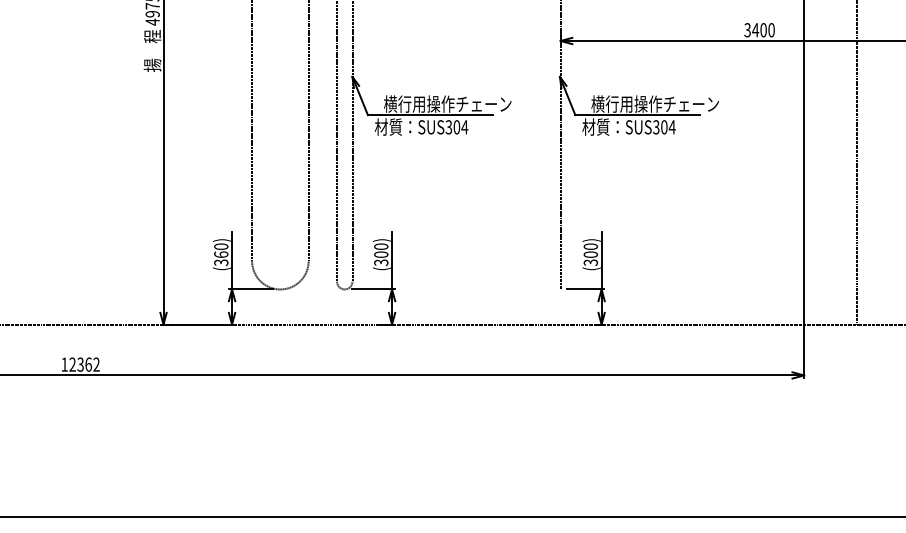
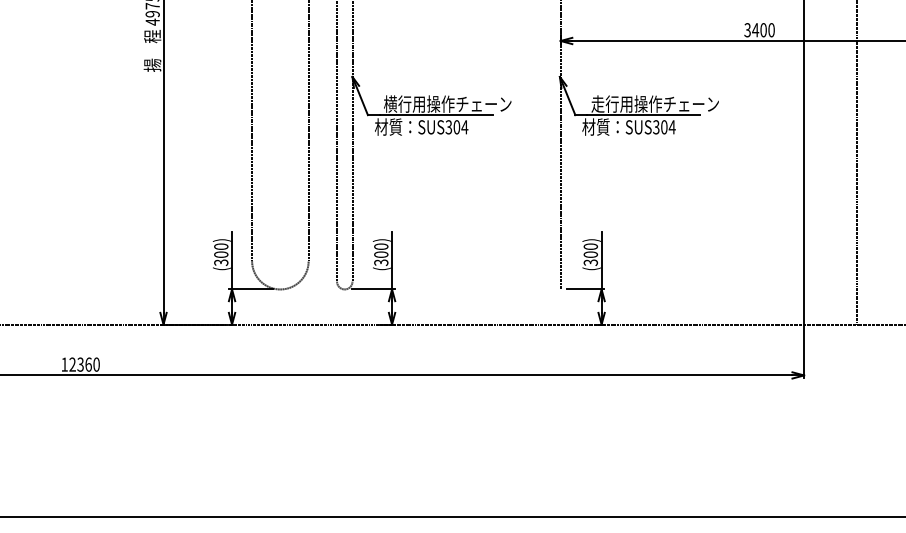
text at (597, 103): 横行用操作チェーン -> 走行用操作チェーン
text at (221, 254): (360) -> (300)
text at (96, 364): 12362 -> 12360
